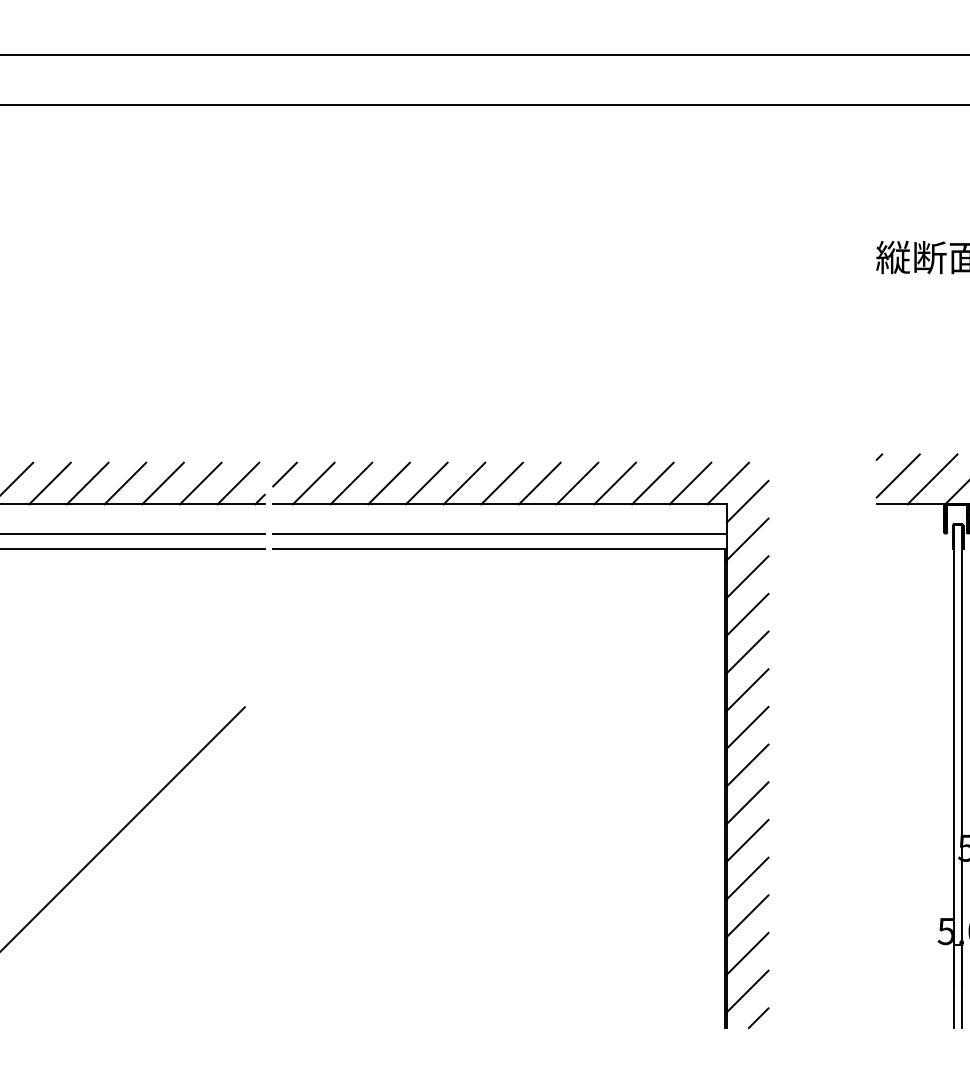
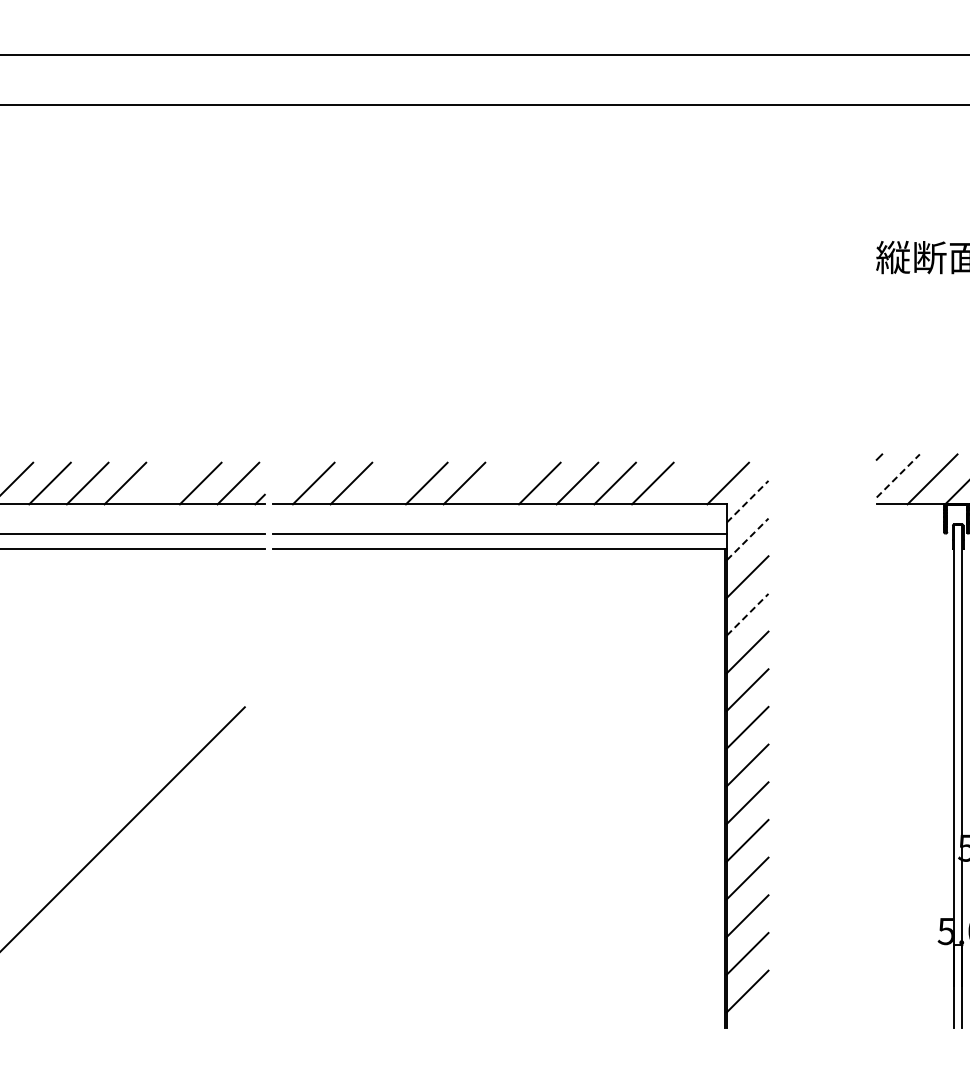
line at (284, 474): present -> none
line at (898, 475): solid -> dashed
line at (162, 483): present -> none
line at (388, 483): present -> none
line at (501, 483): present -> none
line at (690, 483): present -> none
line at (748, 501): solid -> dashed
line at (748, 539): solid -> dashed
line at (748, 614): solid -> dashed
line at (758, 1017): present -> none
